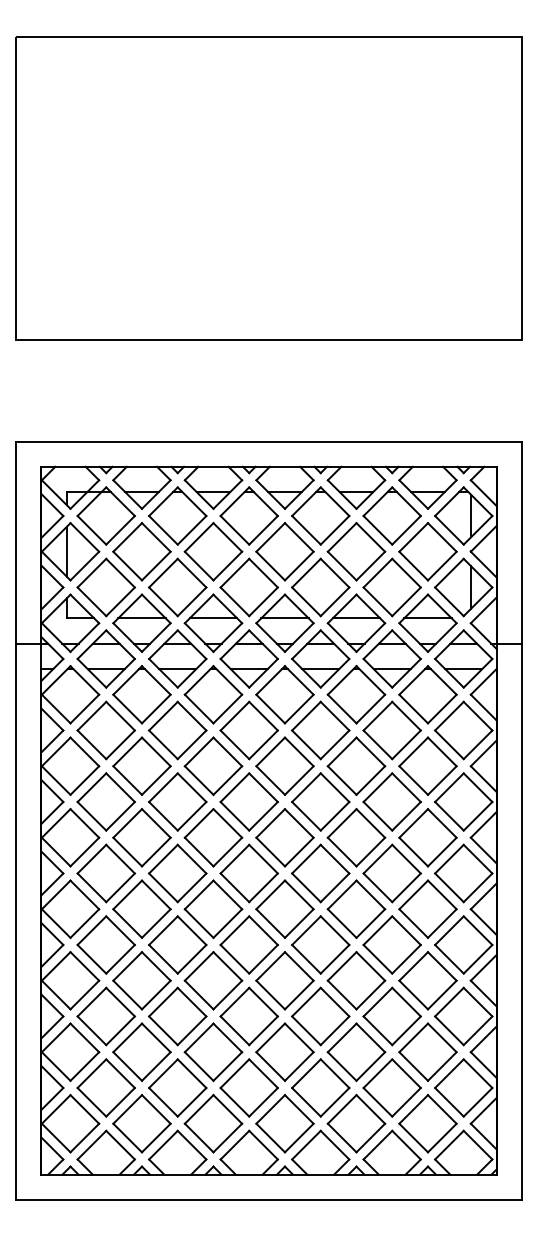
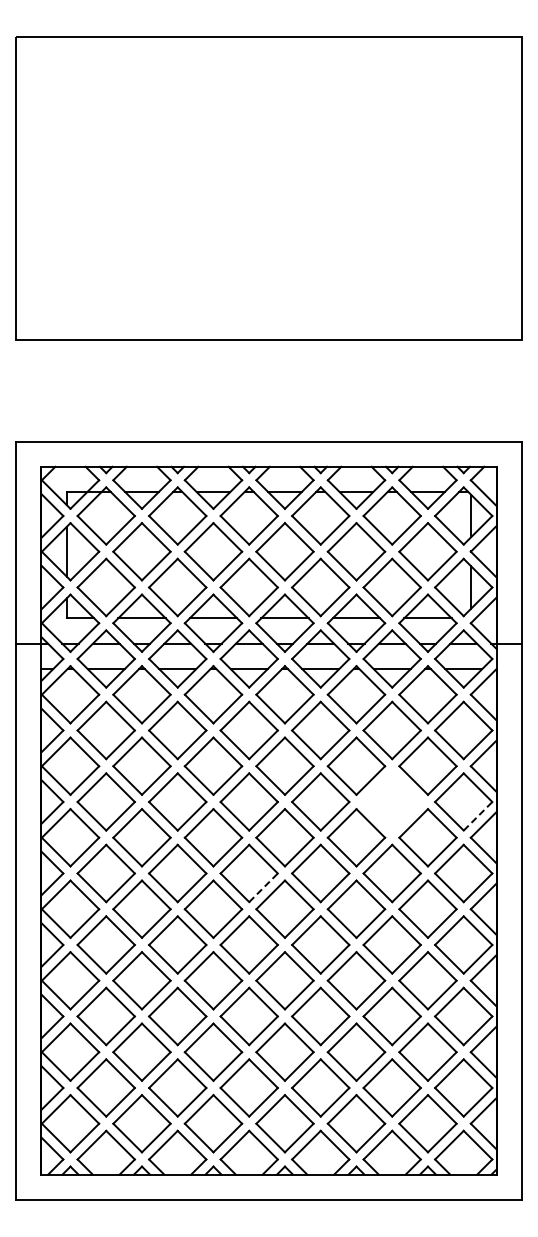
part at (391, 801): present -> none
line at (478, 815): solid -> dashed
line at (263, 887): solid -> dashed
